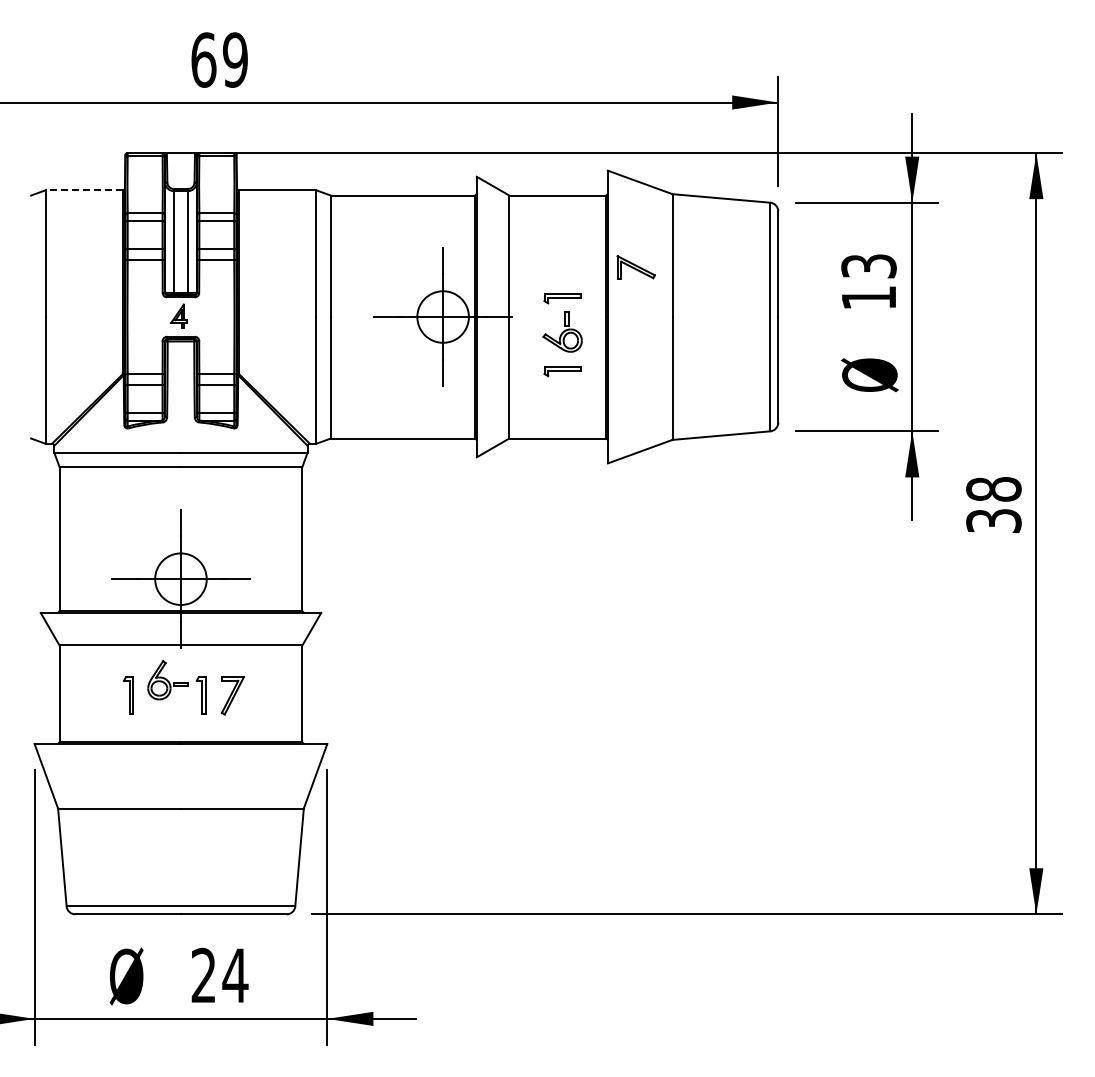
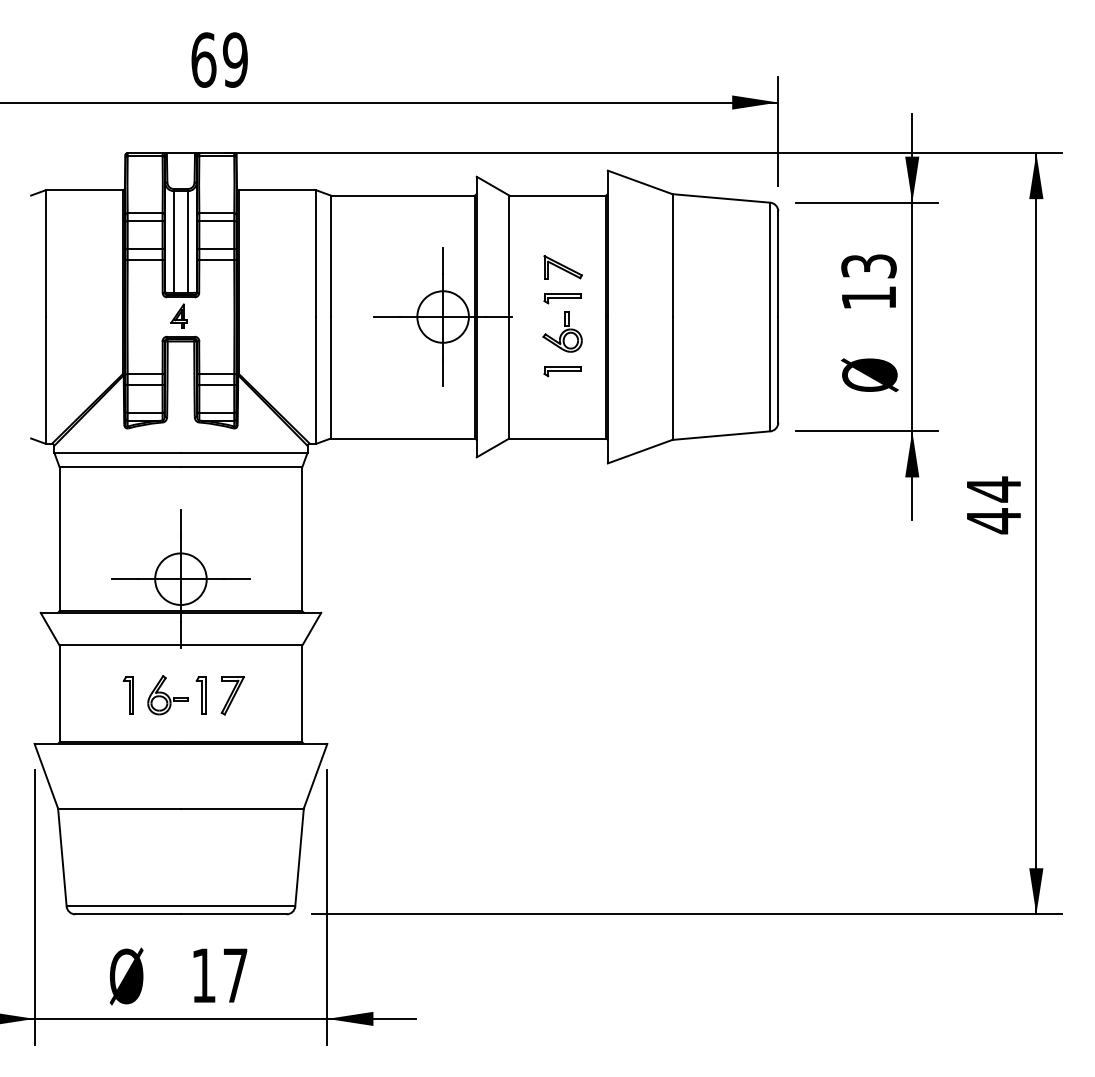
line at (84, 190): dashed -> solid
part at (635, 267) position: (635, 267) -> (562, 267)
text at (993, 505): 38 -> 44
part at (167, 680) position: (167, 680) -> (167, 695)
text at (219, 974): 24 -> 17
